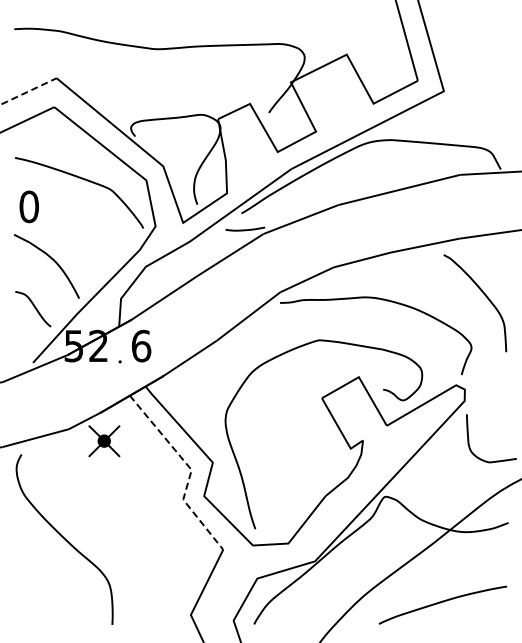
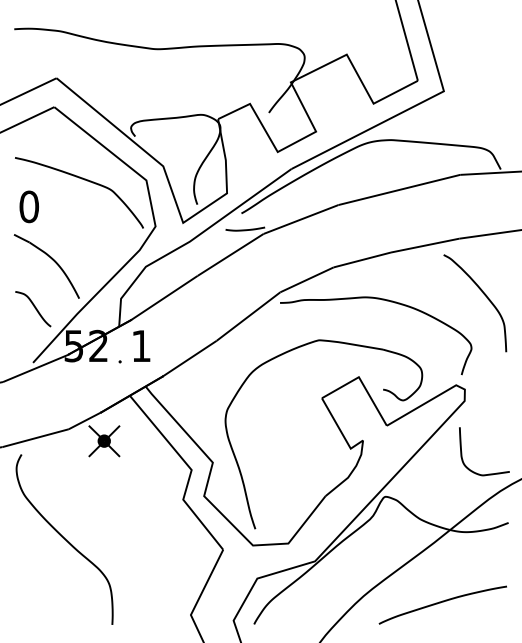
line at (28, 91): dashed -> solid
text at (141, 345): 6 -> 1
curve at (469, 439) position: (469, 439) -> (462, 452)
line at (191, 470): dashed -> solid
